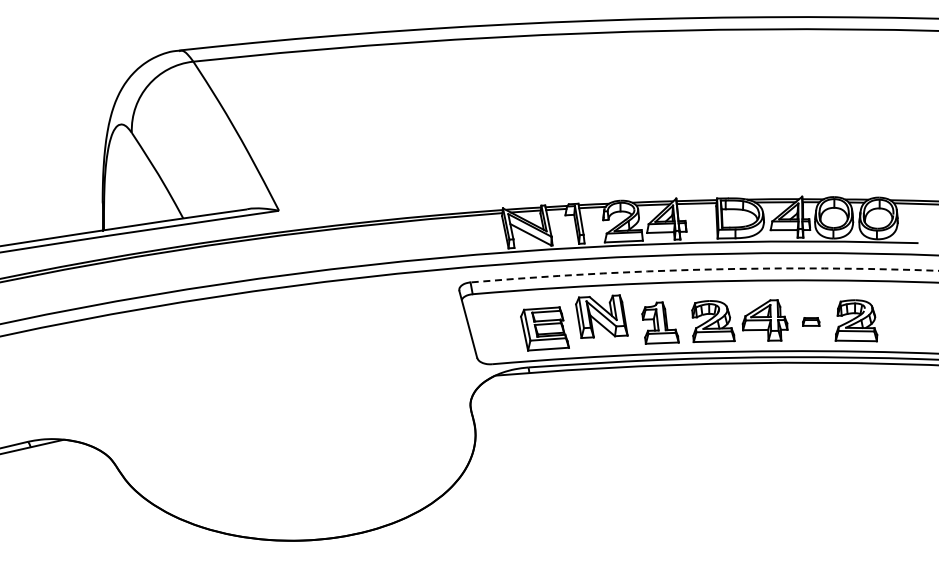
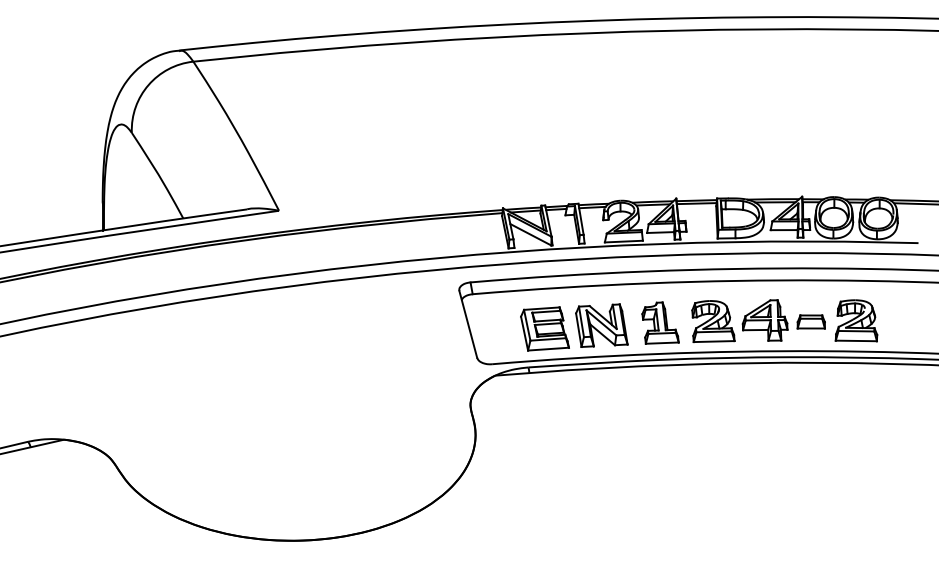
arc at (704, 269): dashed -> solid
part at (601, 316) position: (601, 316) -> (601, 325)
part at (811, 321) size: 19x10 px -> 30x16 px
